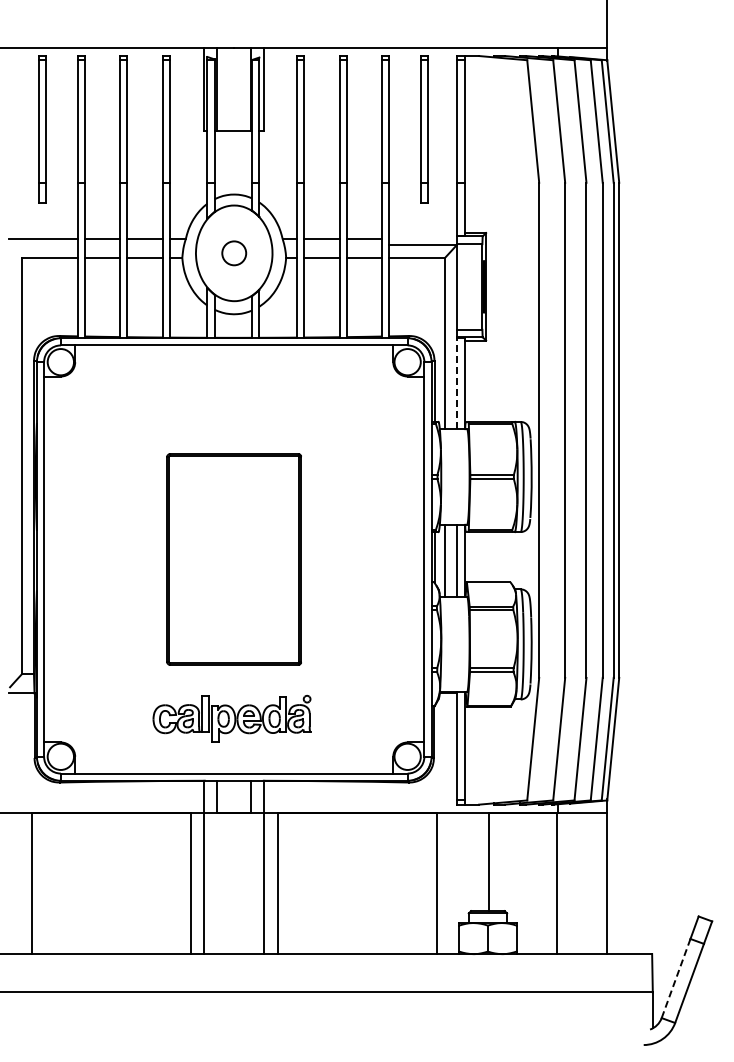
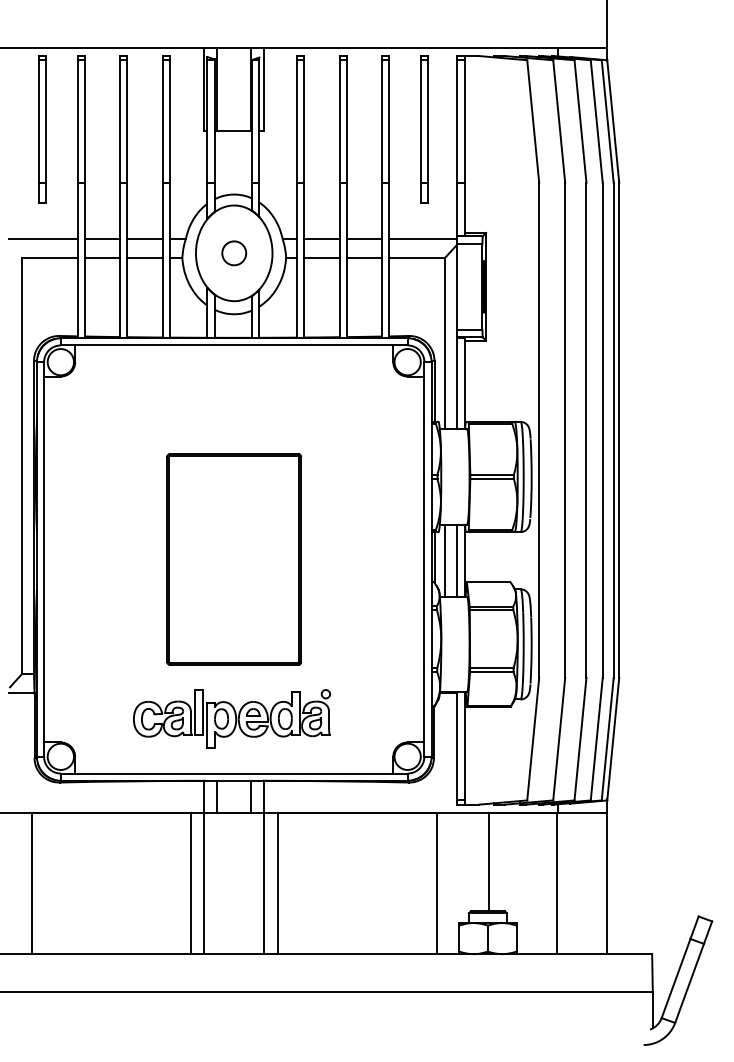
line at (422, 245) position: (422, 245) -> (422, 239)
line at (457, 383): dashed -> solid
part at (231, 718) size: 160x49 px -> 198x60 px
line at (675, 979): dashed -> solid
